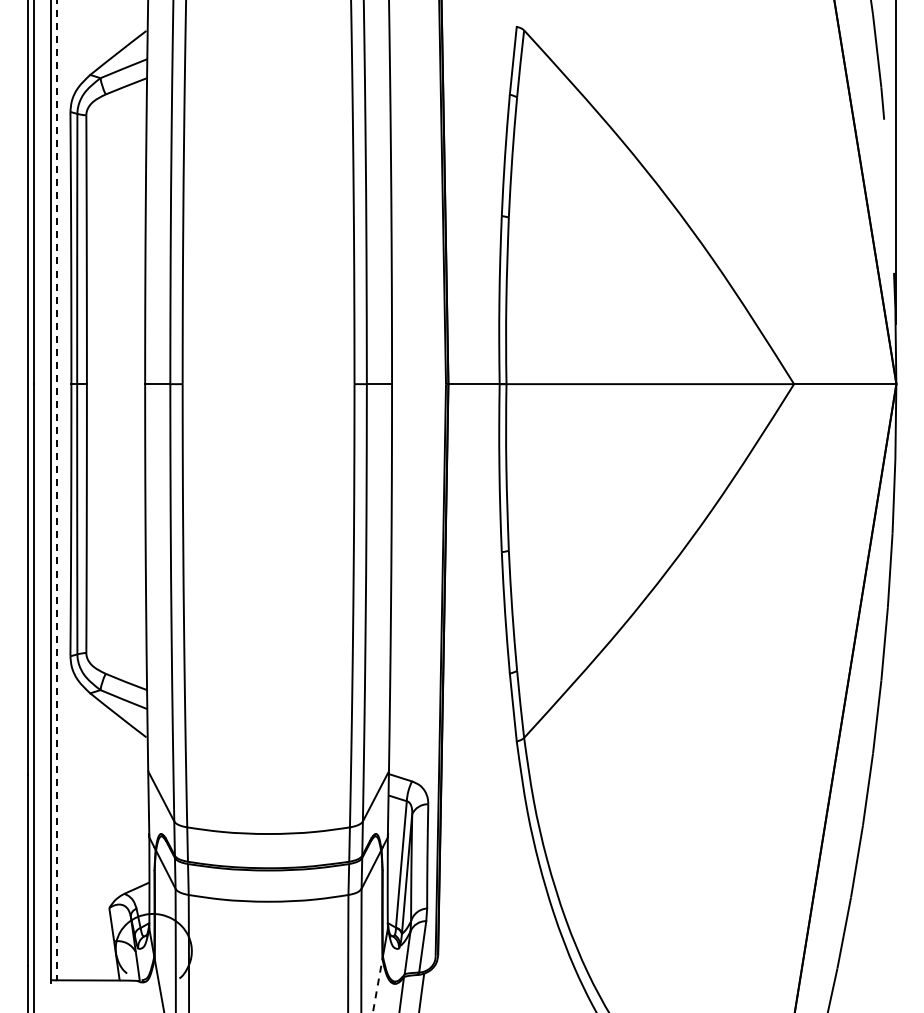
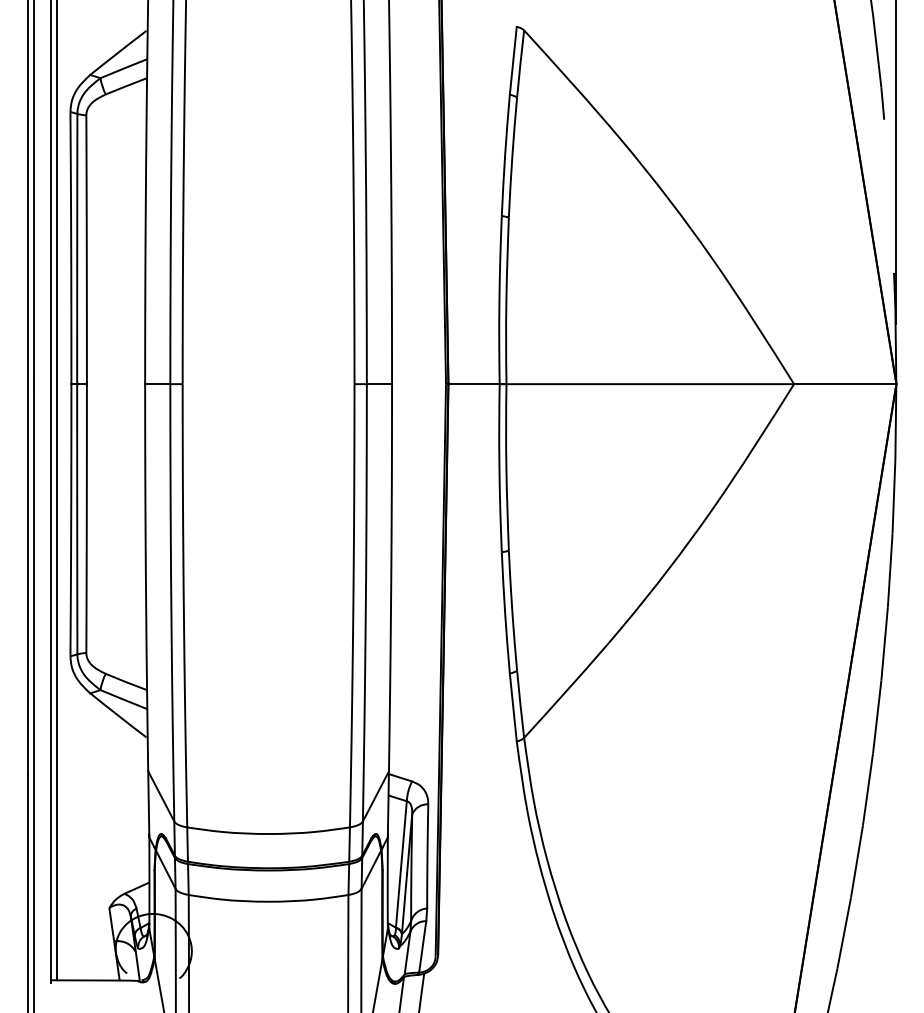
line at (56, 490): dashed -> solid
line at (377, 985): dashed -> solid
